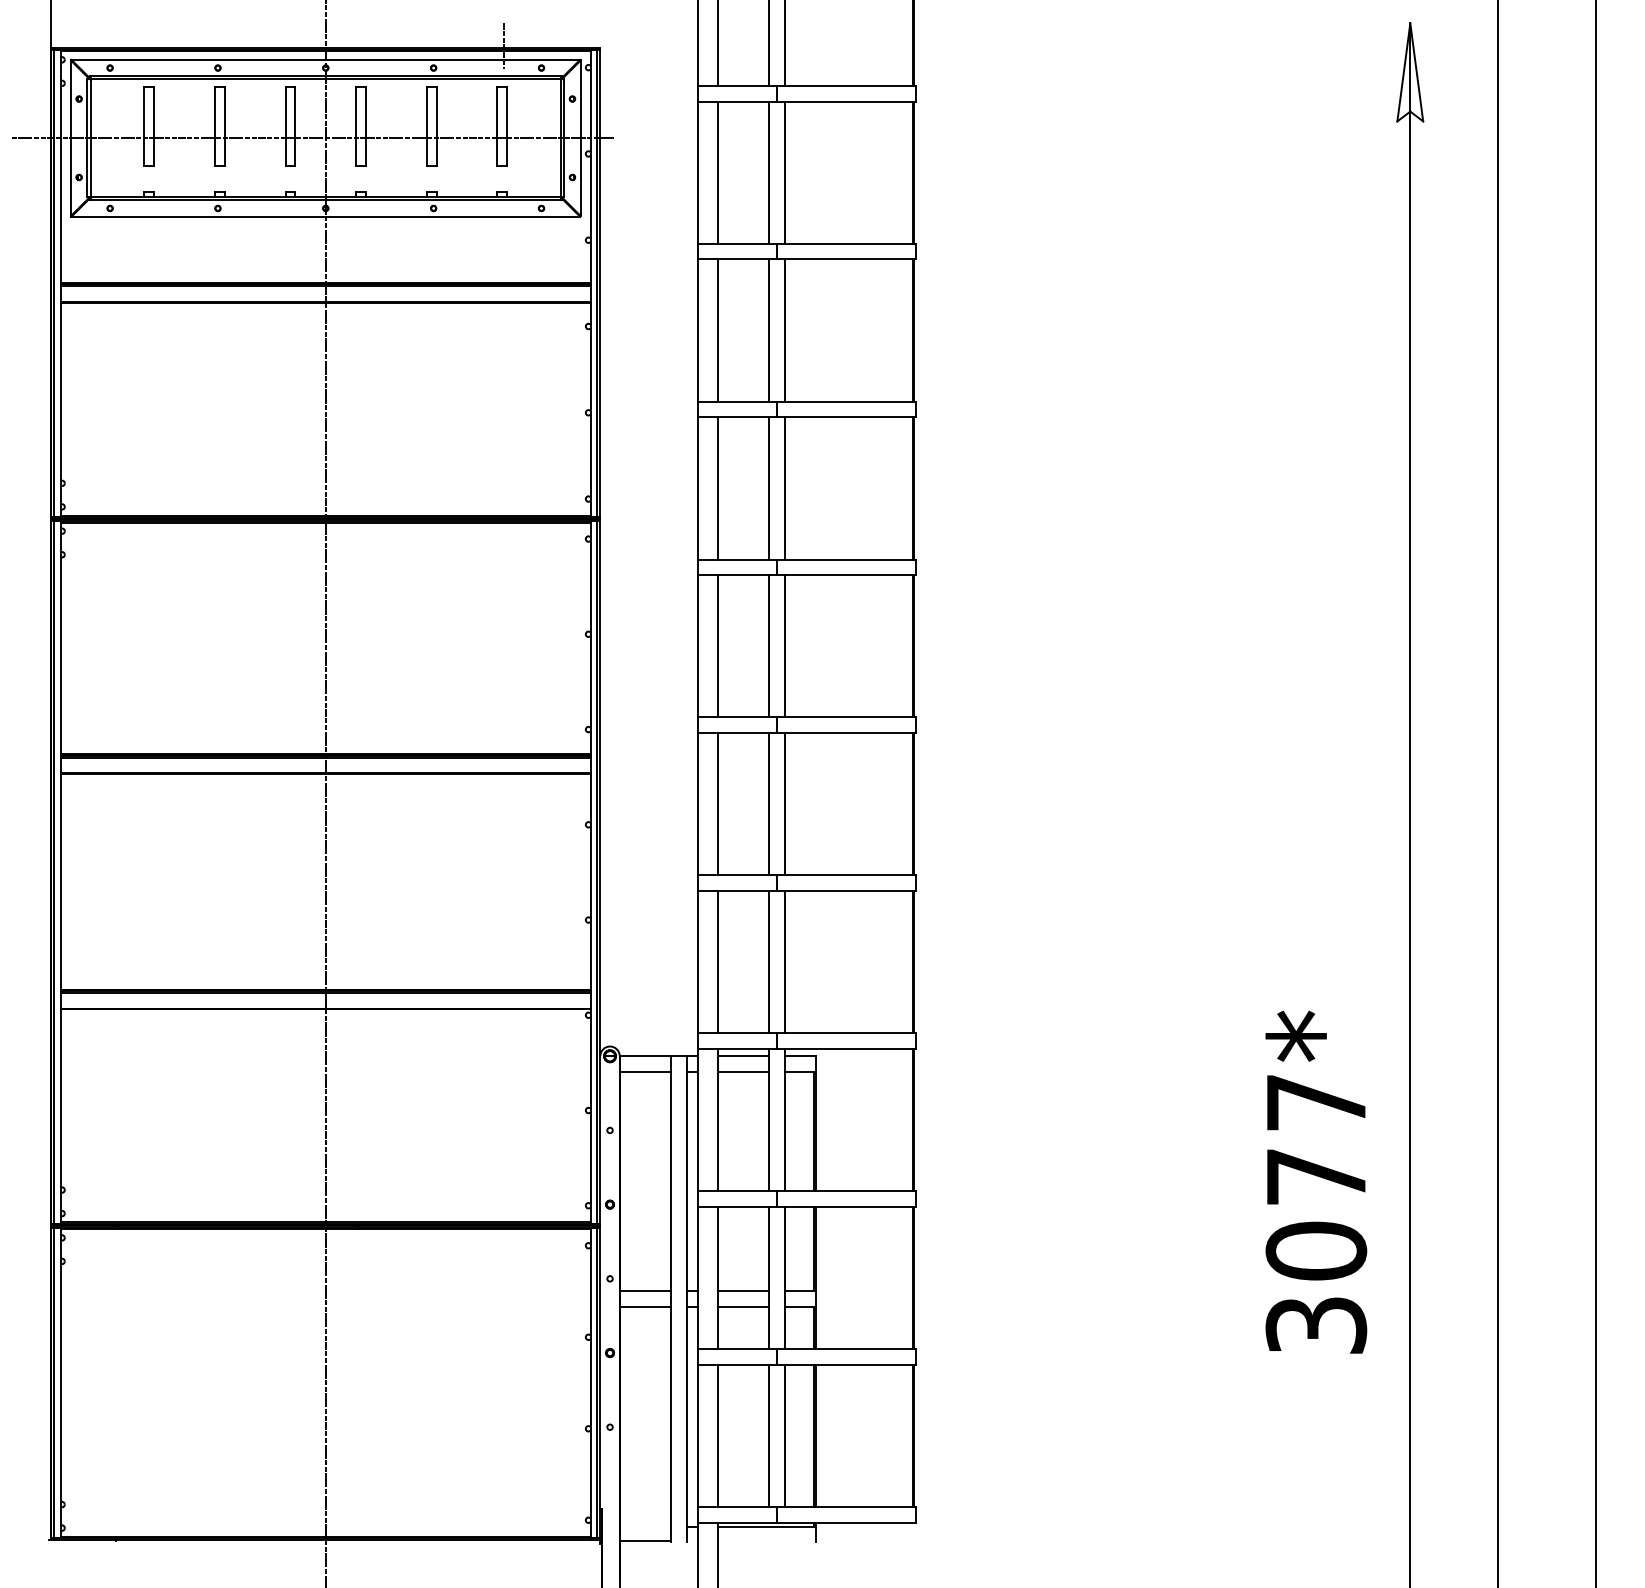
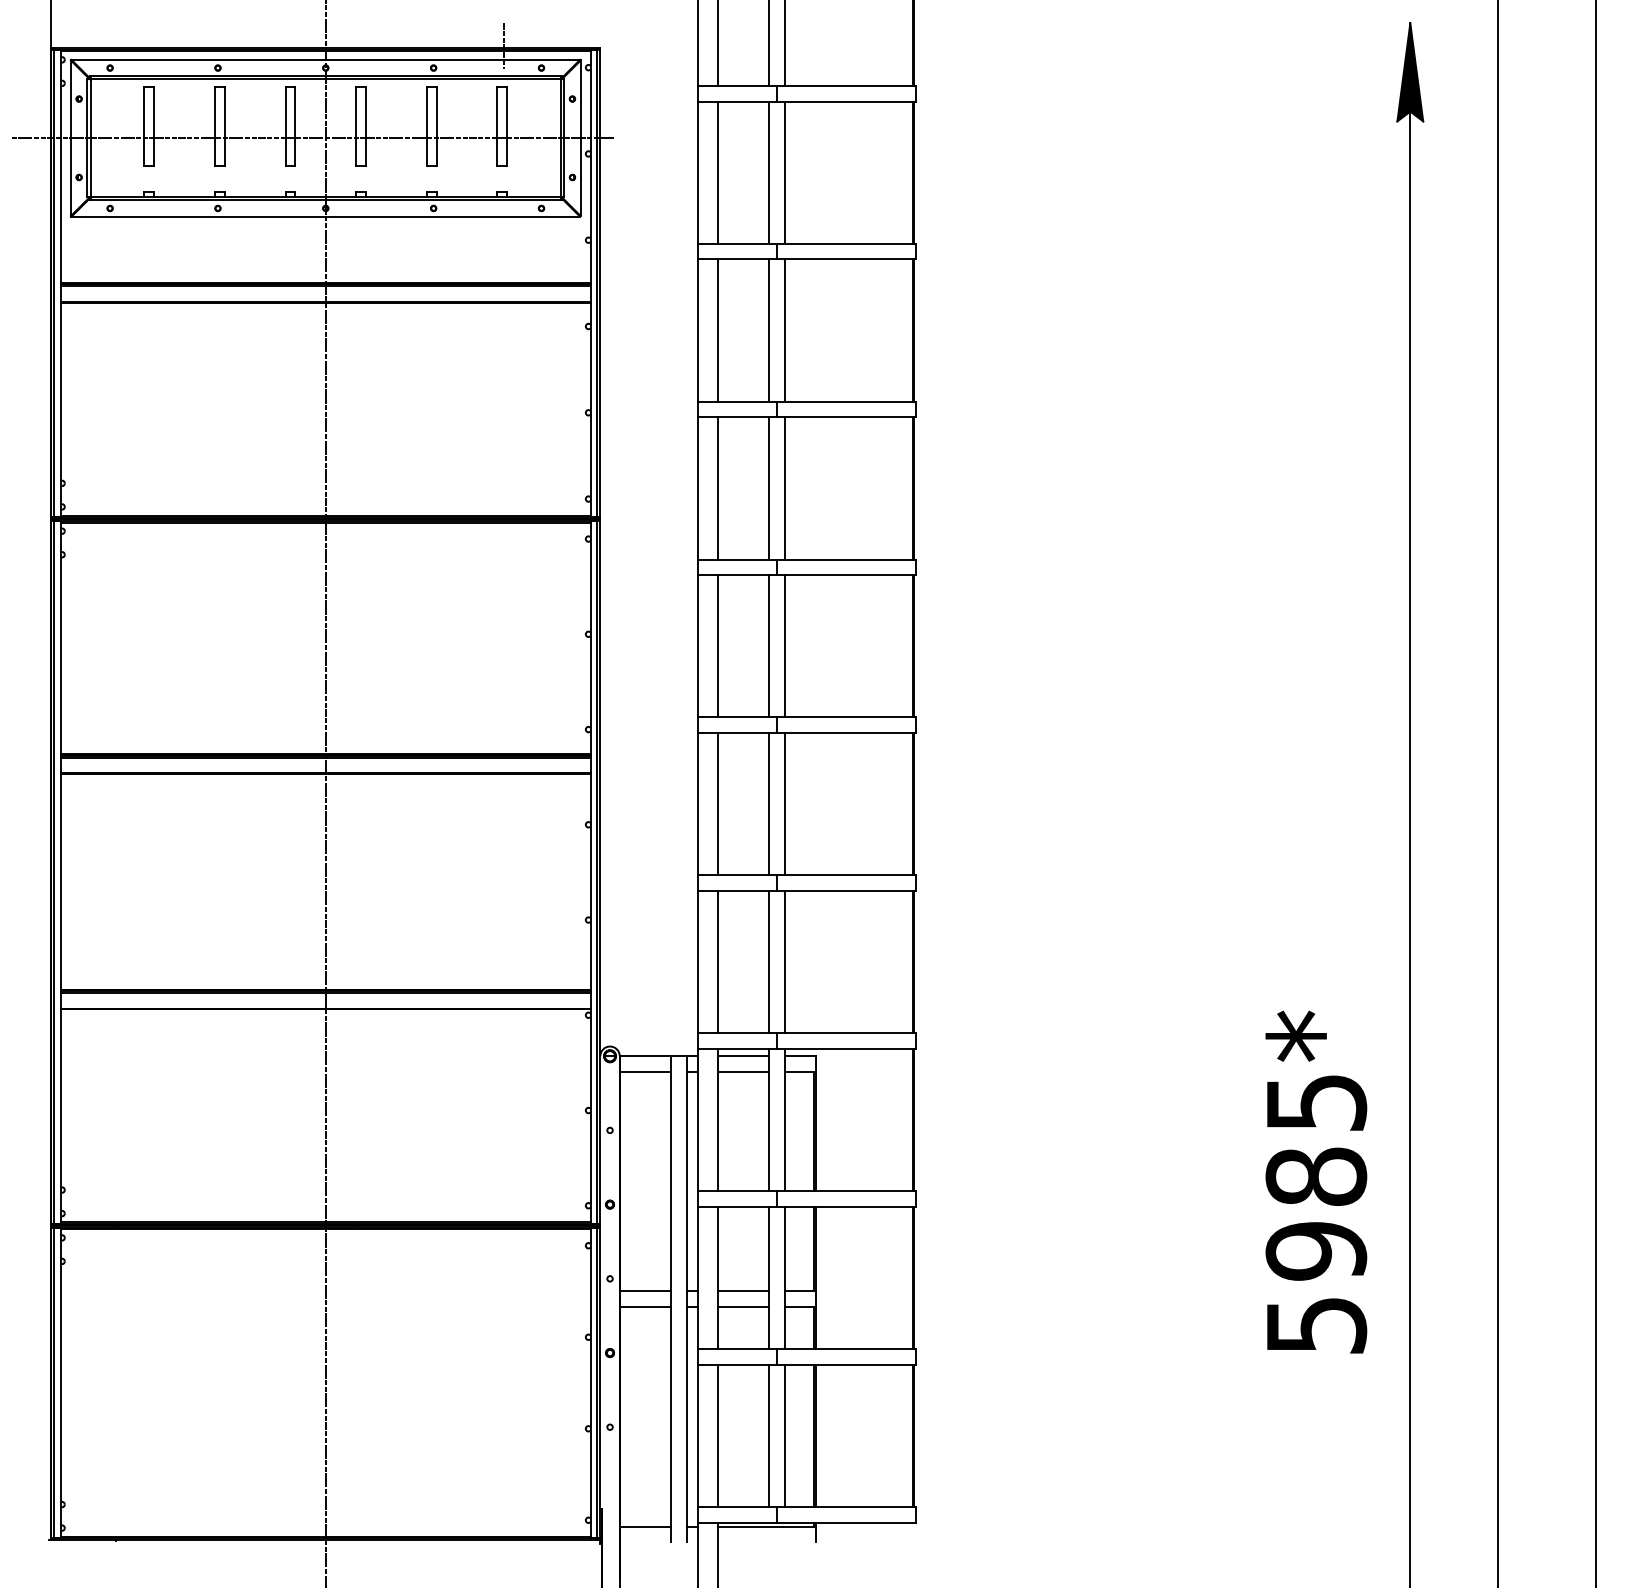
fill at (1410, 72): none -> present
text at (1316, 1214): 3077* -> 5985*
line at (644, 1540) position: (644, 1540) -> (644, 1526)
